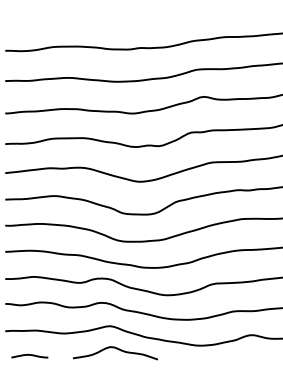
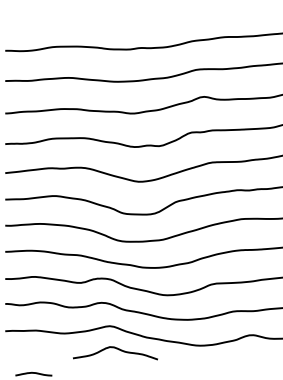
curve at (29, 355) position: (29, 355) -> (33, 373)
